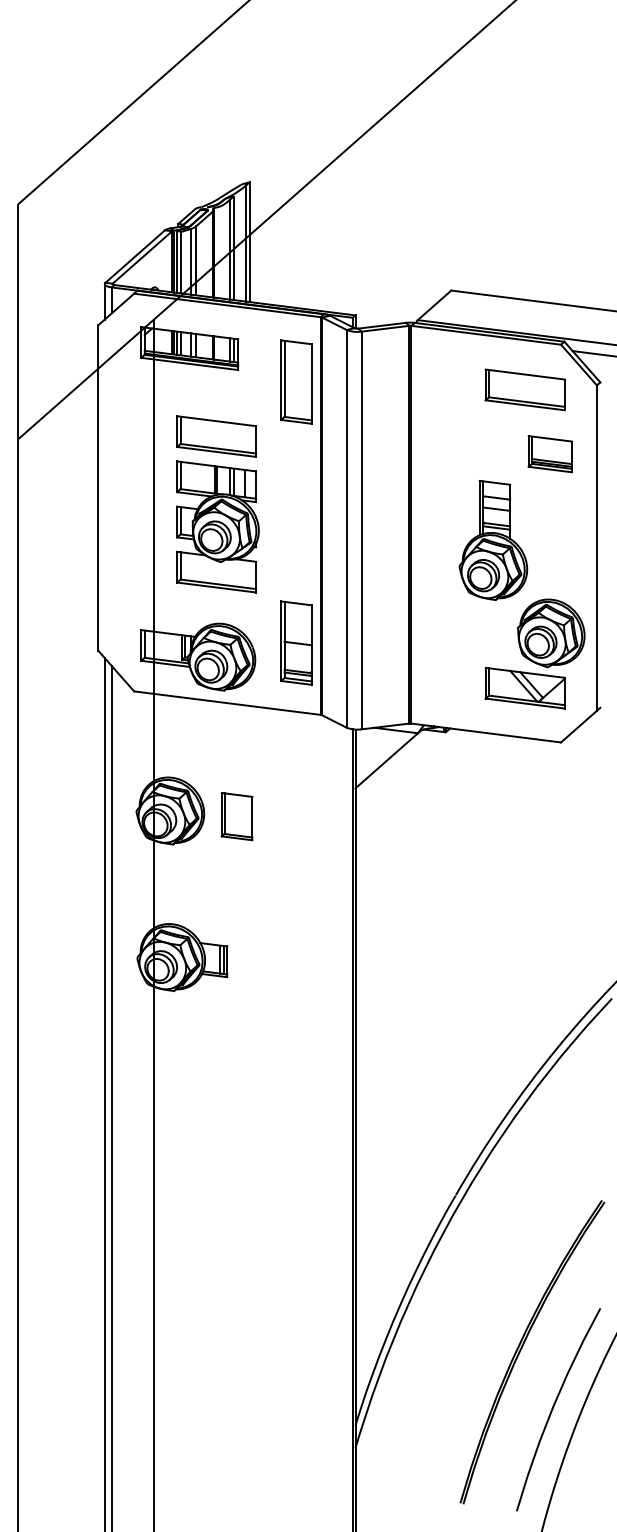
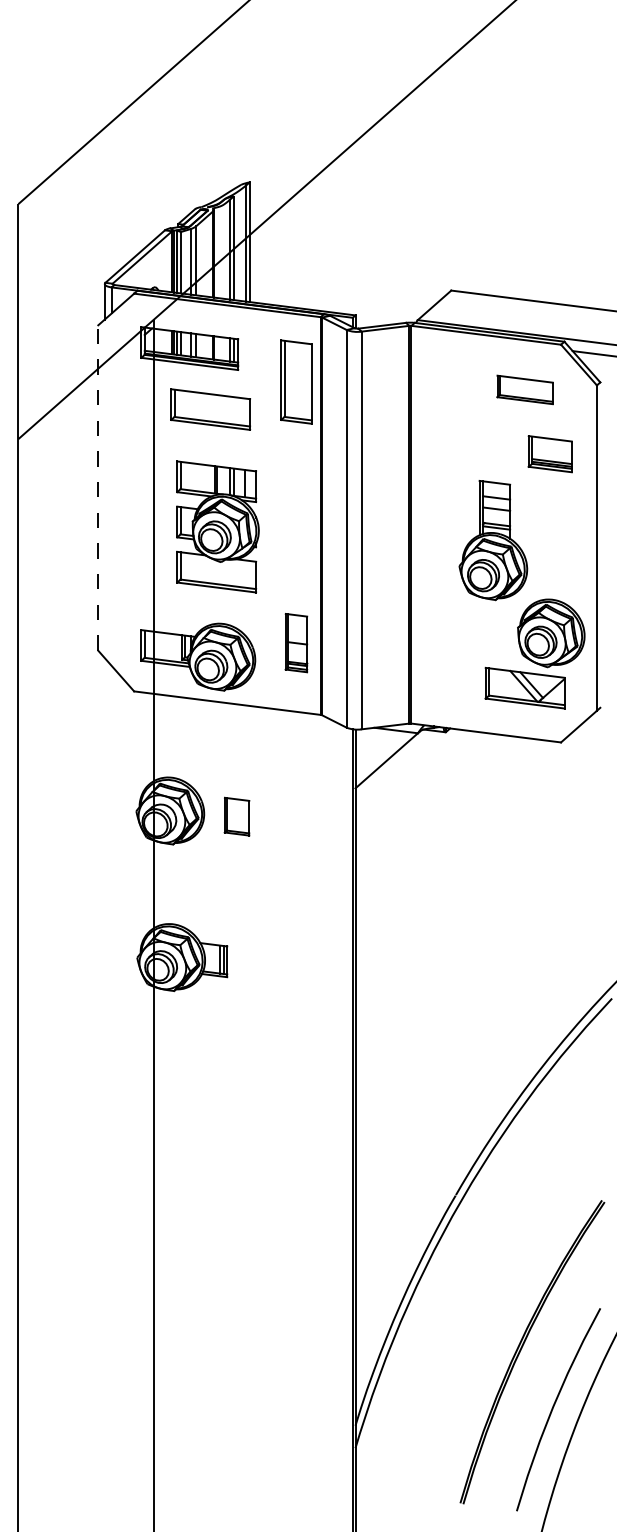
part at (524, 389) size: 82x44 px -> 58x32 px
part at (216, 436) position: (216, 436) -> (210, 409)
line at (98, 488): solid -> dashed
part at (296, 642) size: 33x86 px -> 25x61 px
part at (236, 816) size: 34x50 px -> 28x41 px
line at (104, 1093): present -> none
line at (111, 1096): present -> none
